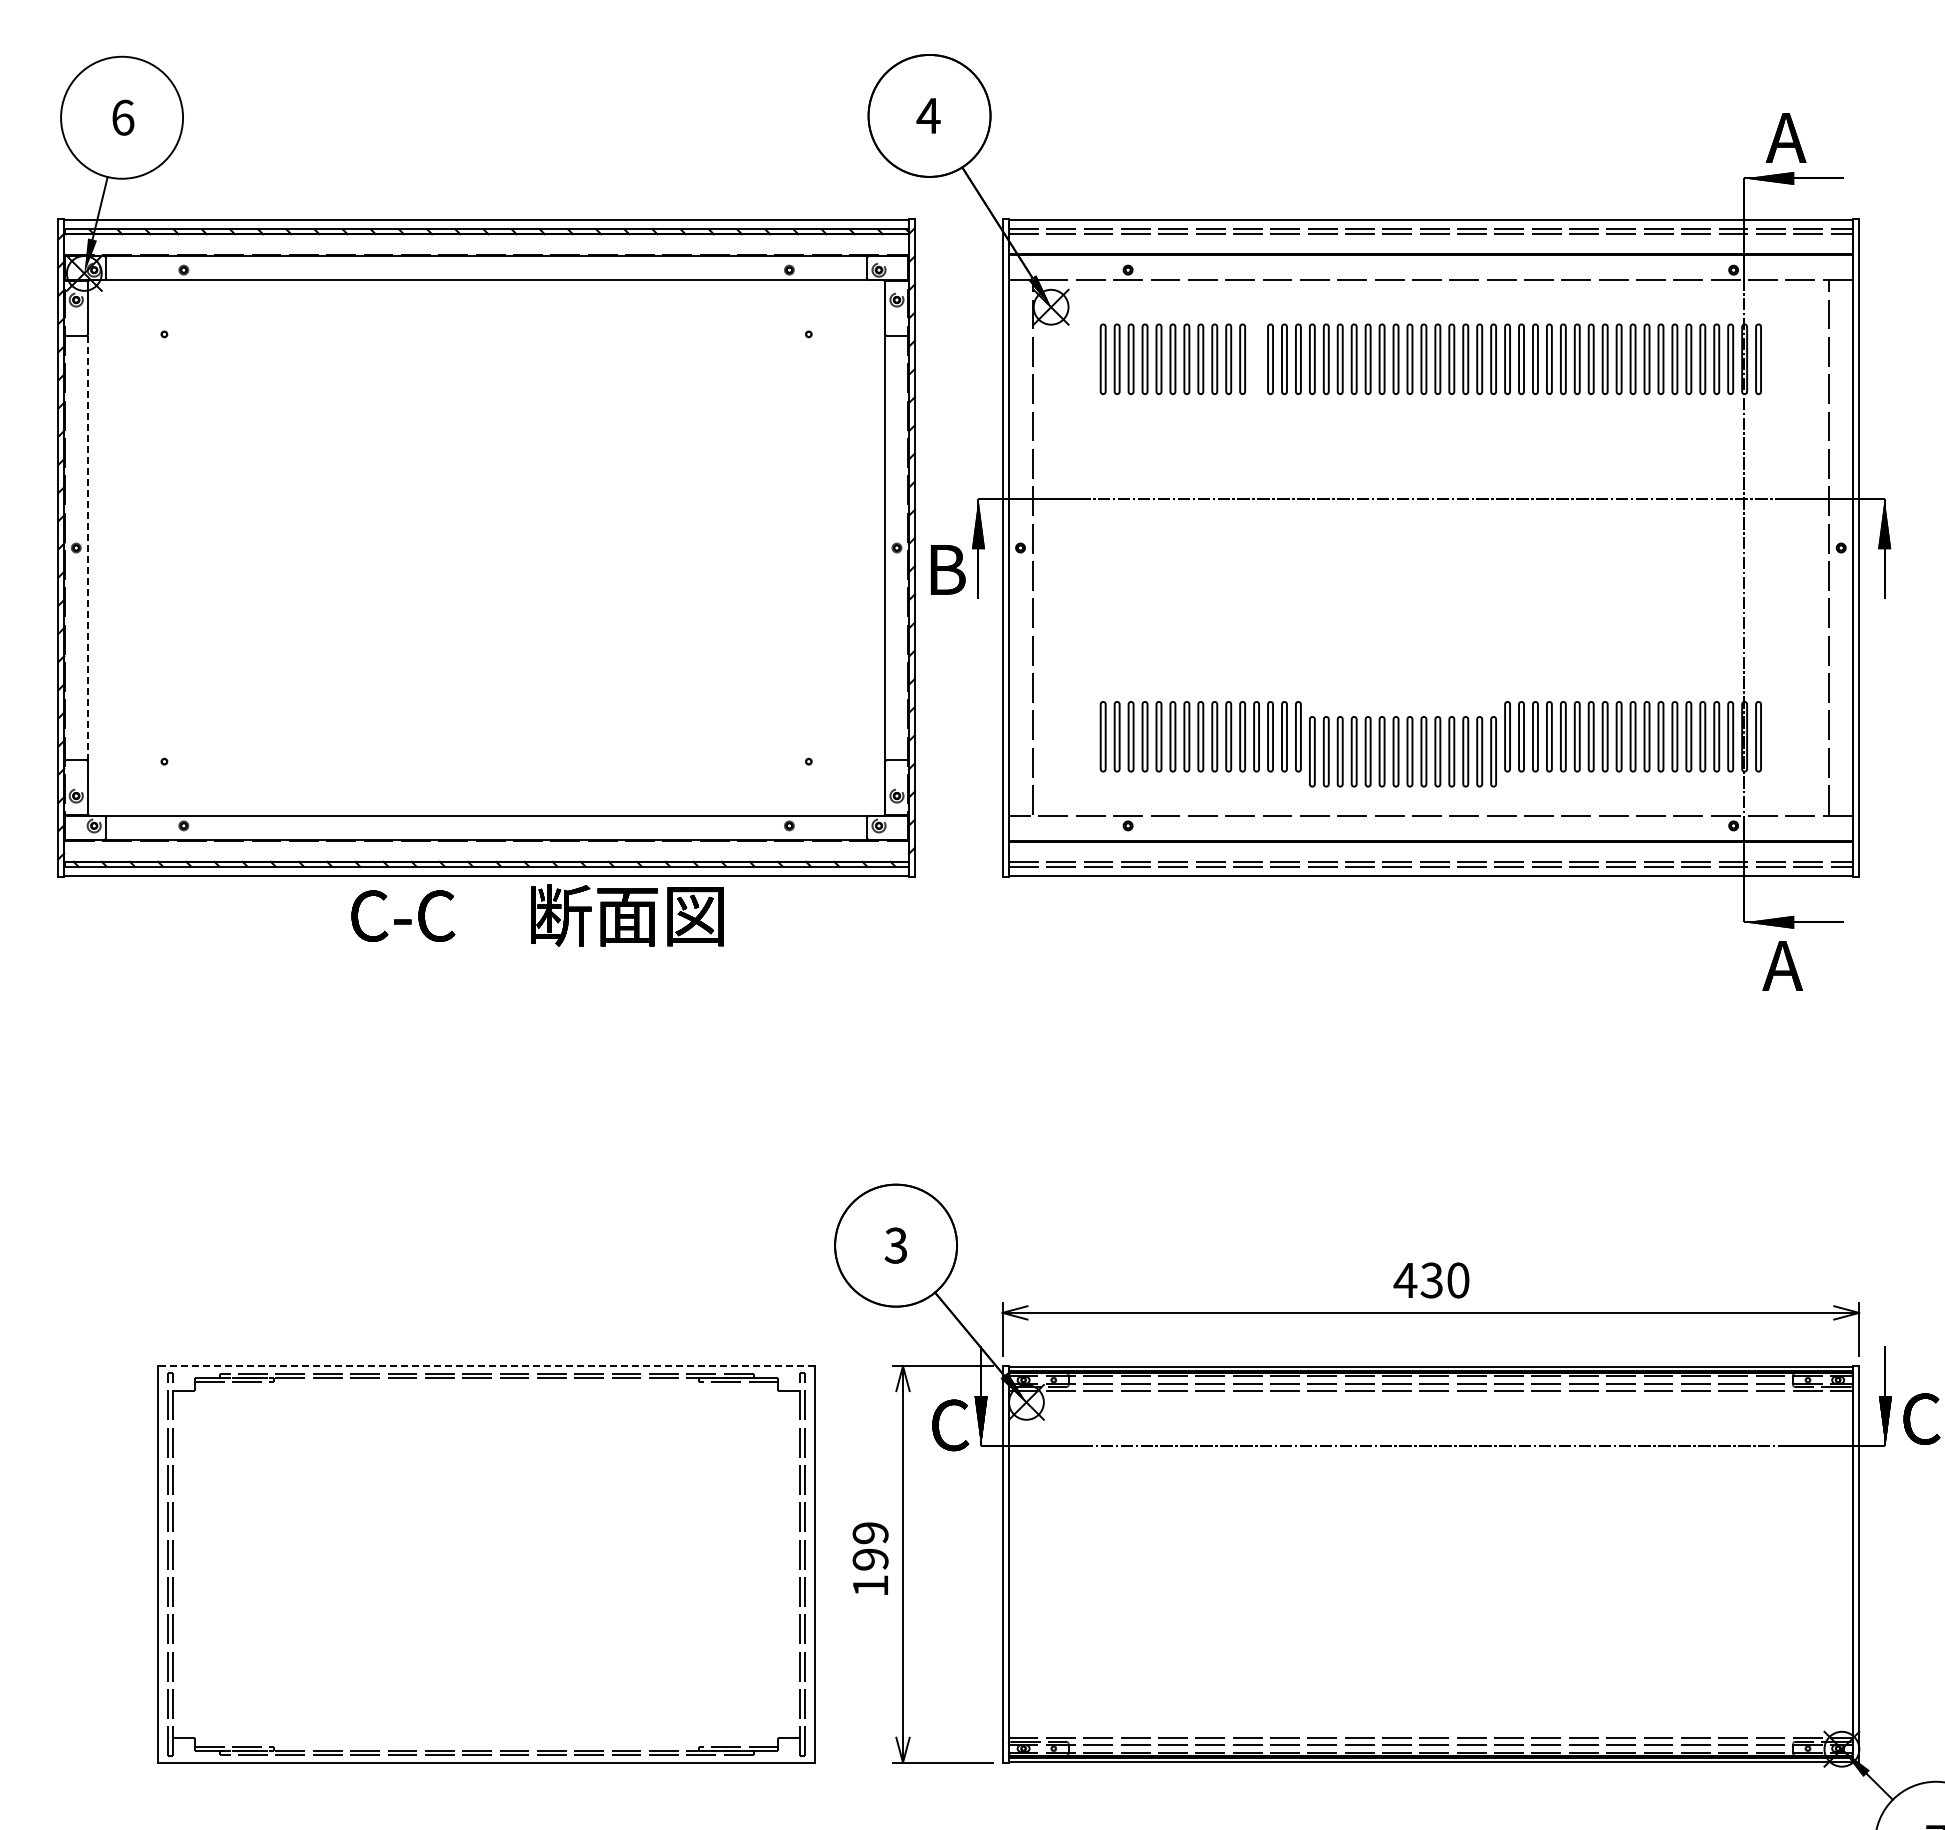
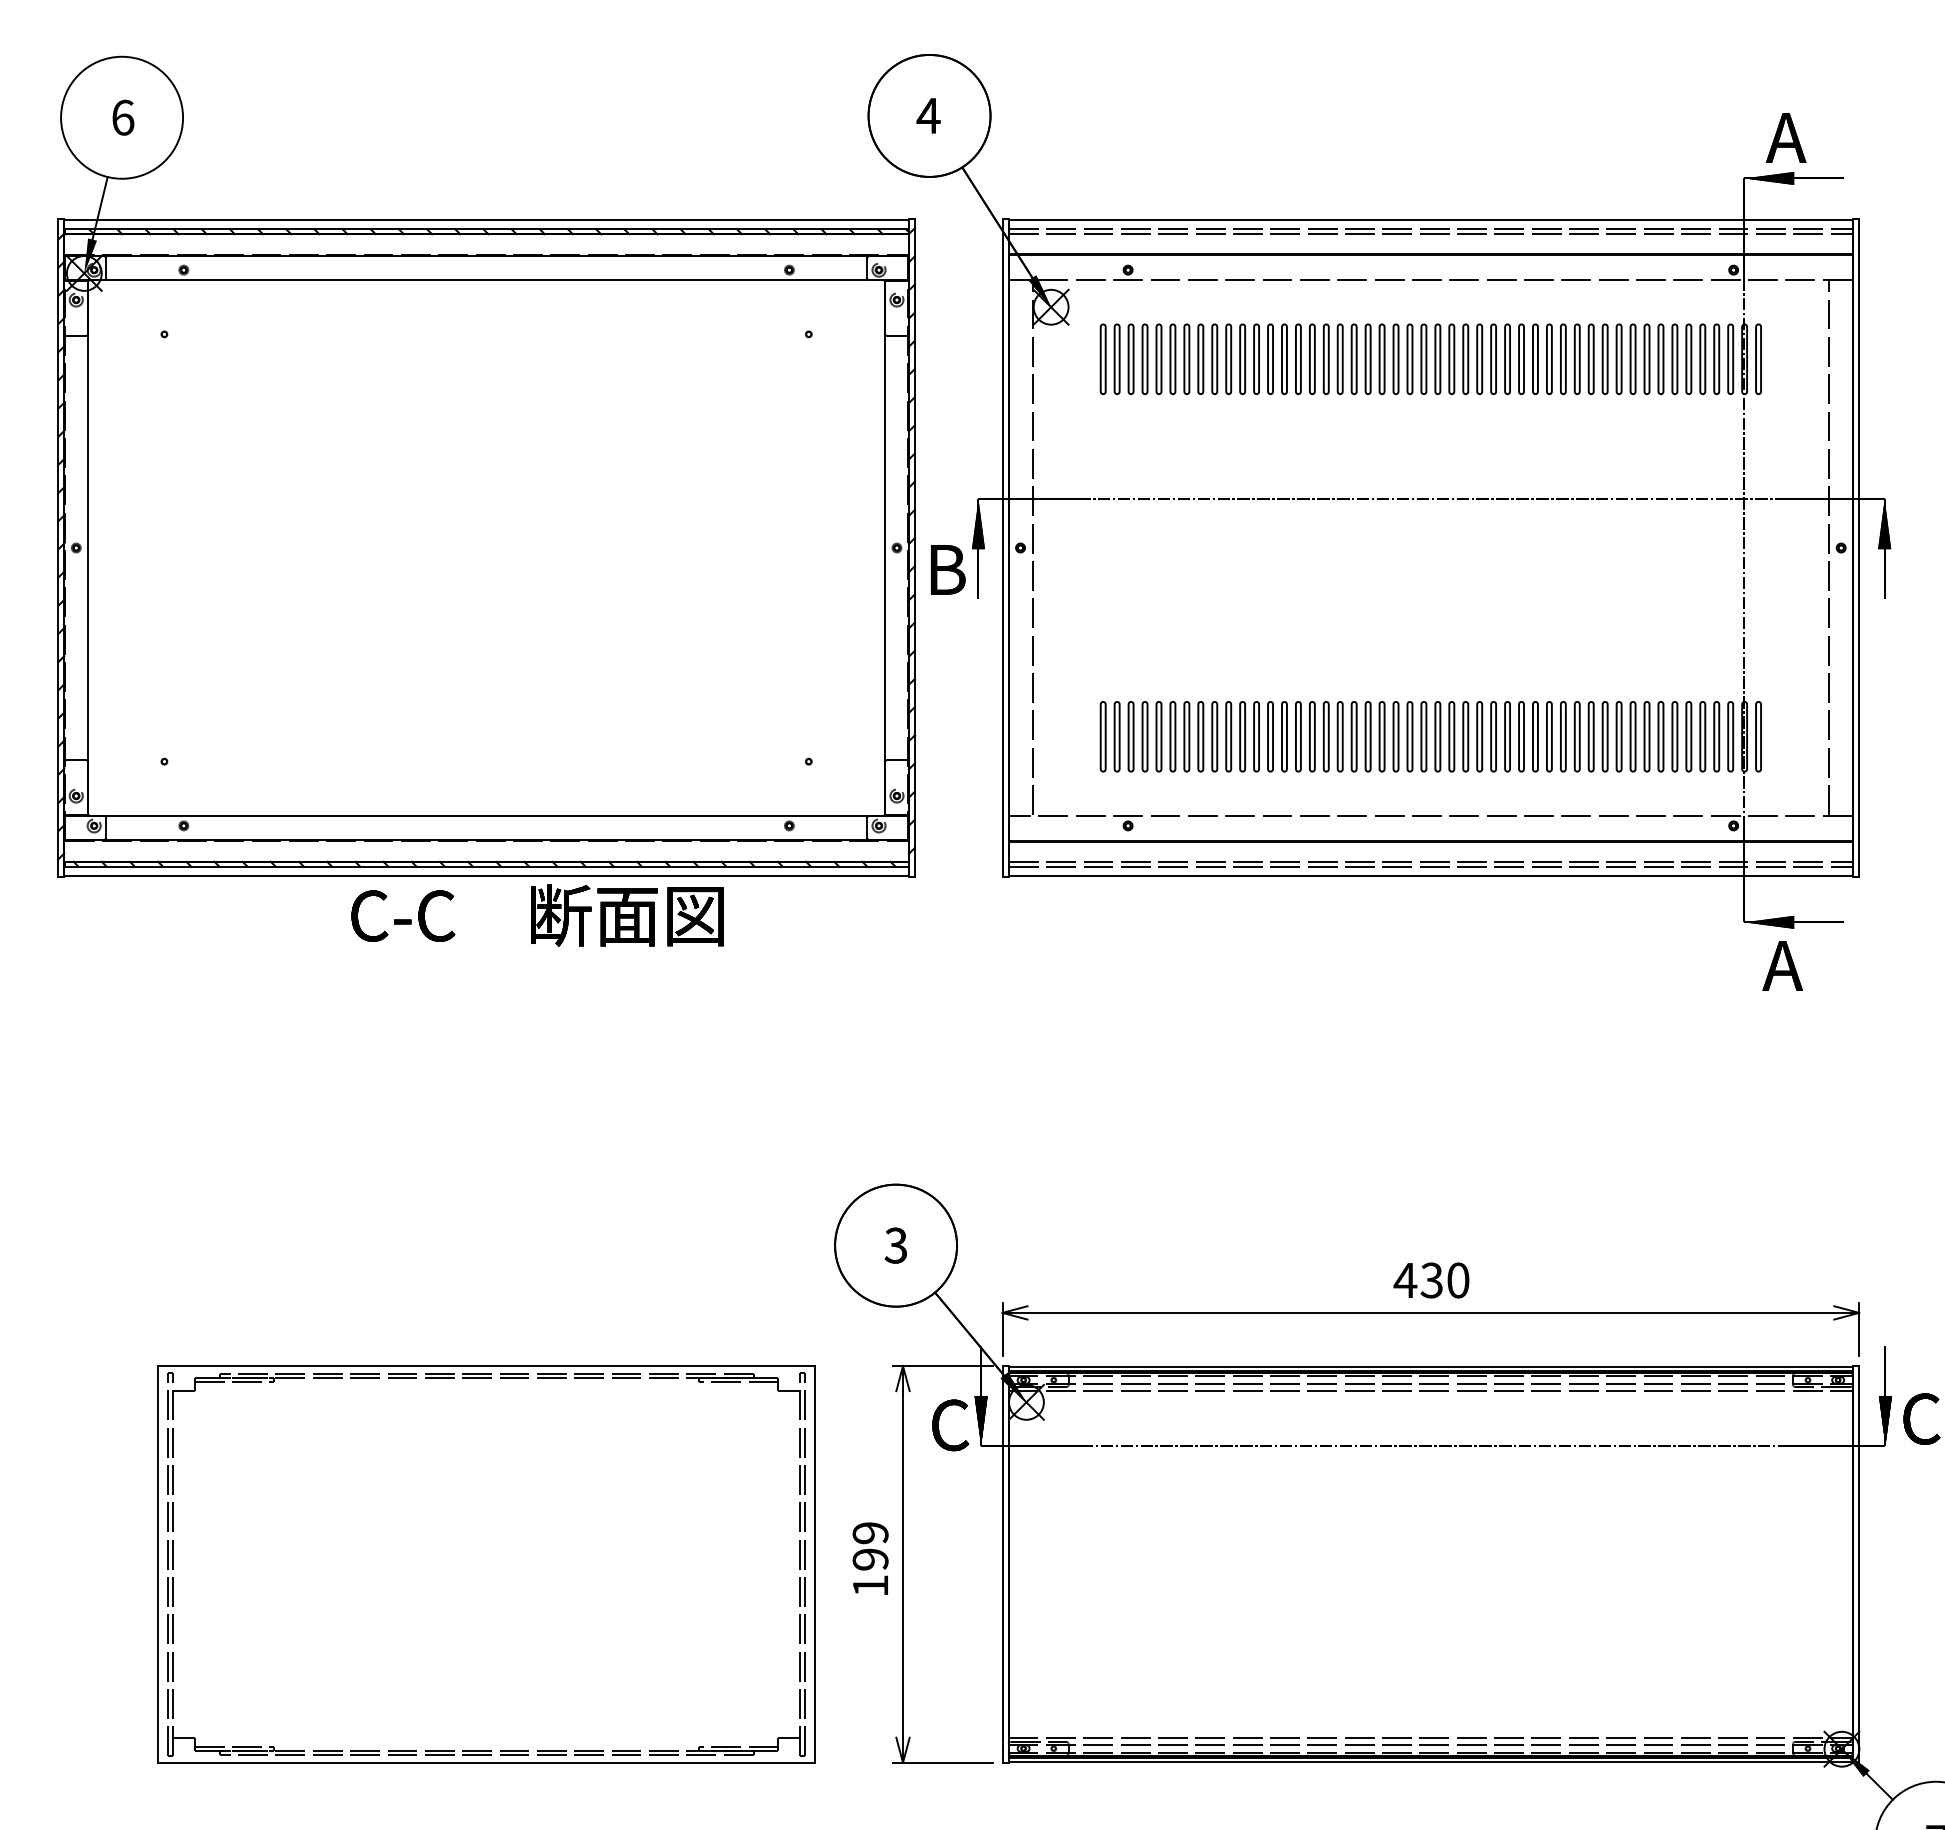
part at (1256, 358): none -> present
line at (88, 548): dashed -> solid
part at (1402, 751) position: (1402, 751) -> (1402, 736)
line at (486, 1366): dashed -> solid
